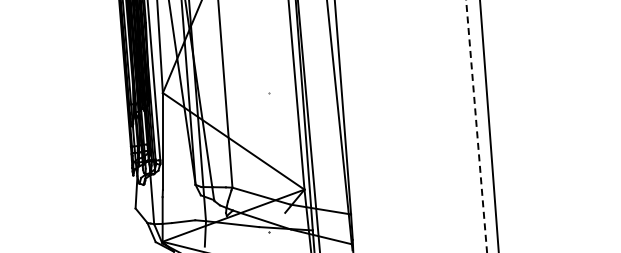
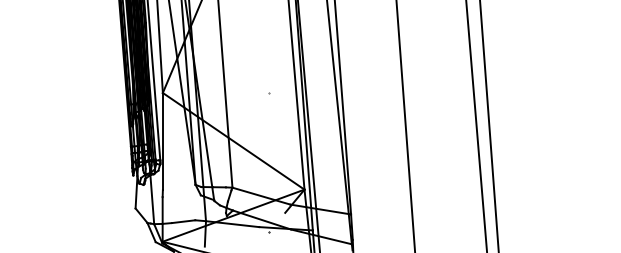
line at (405, 125): none -> present
line at (476, 126): dashed -> solid
